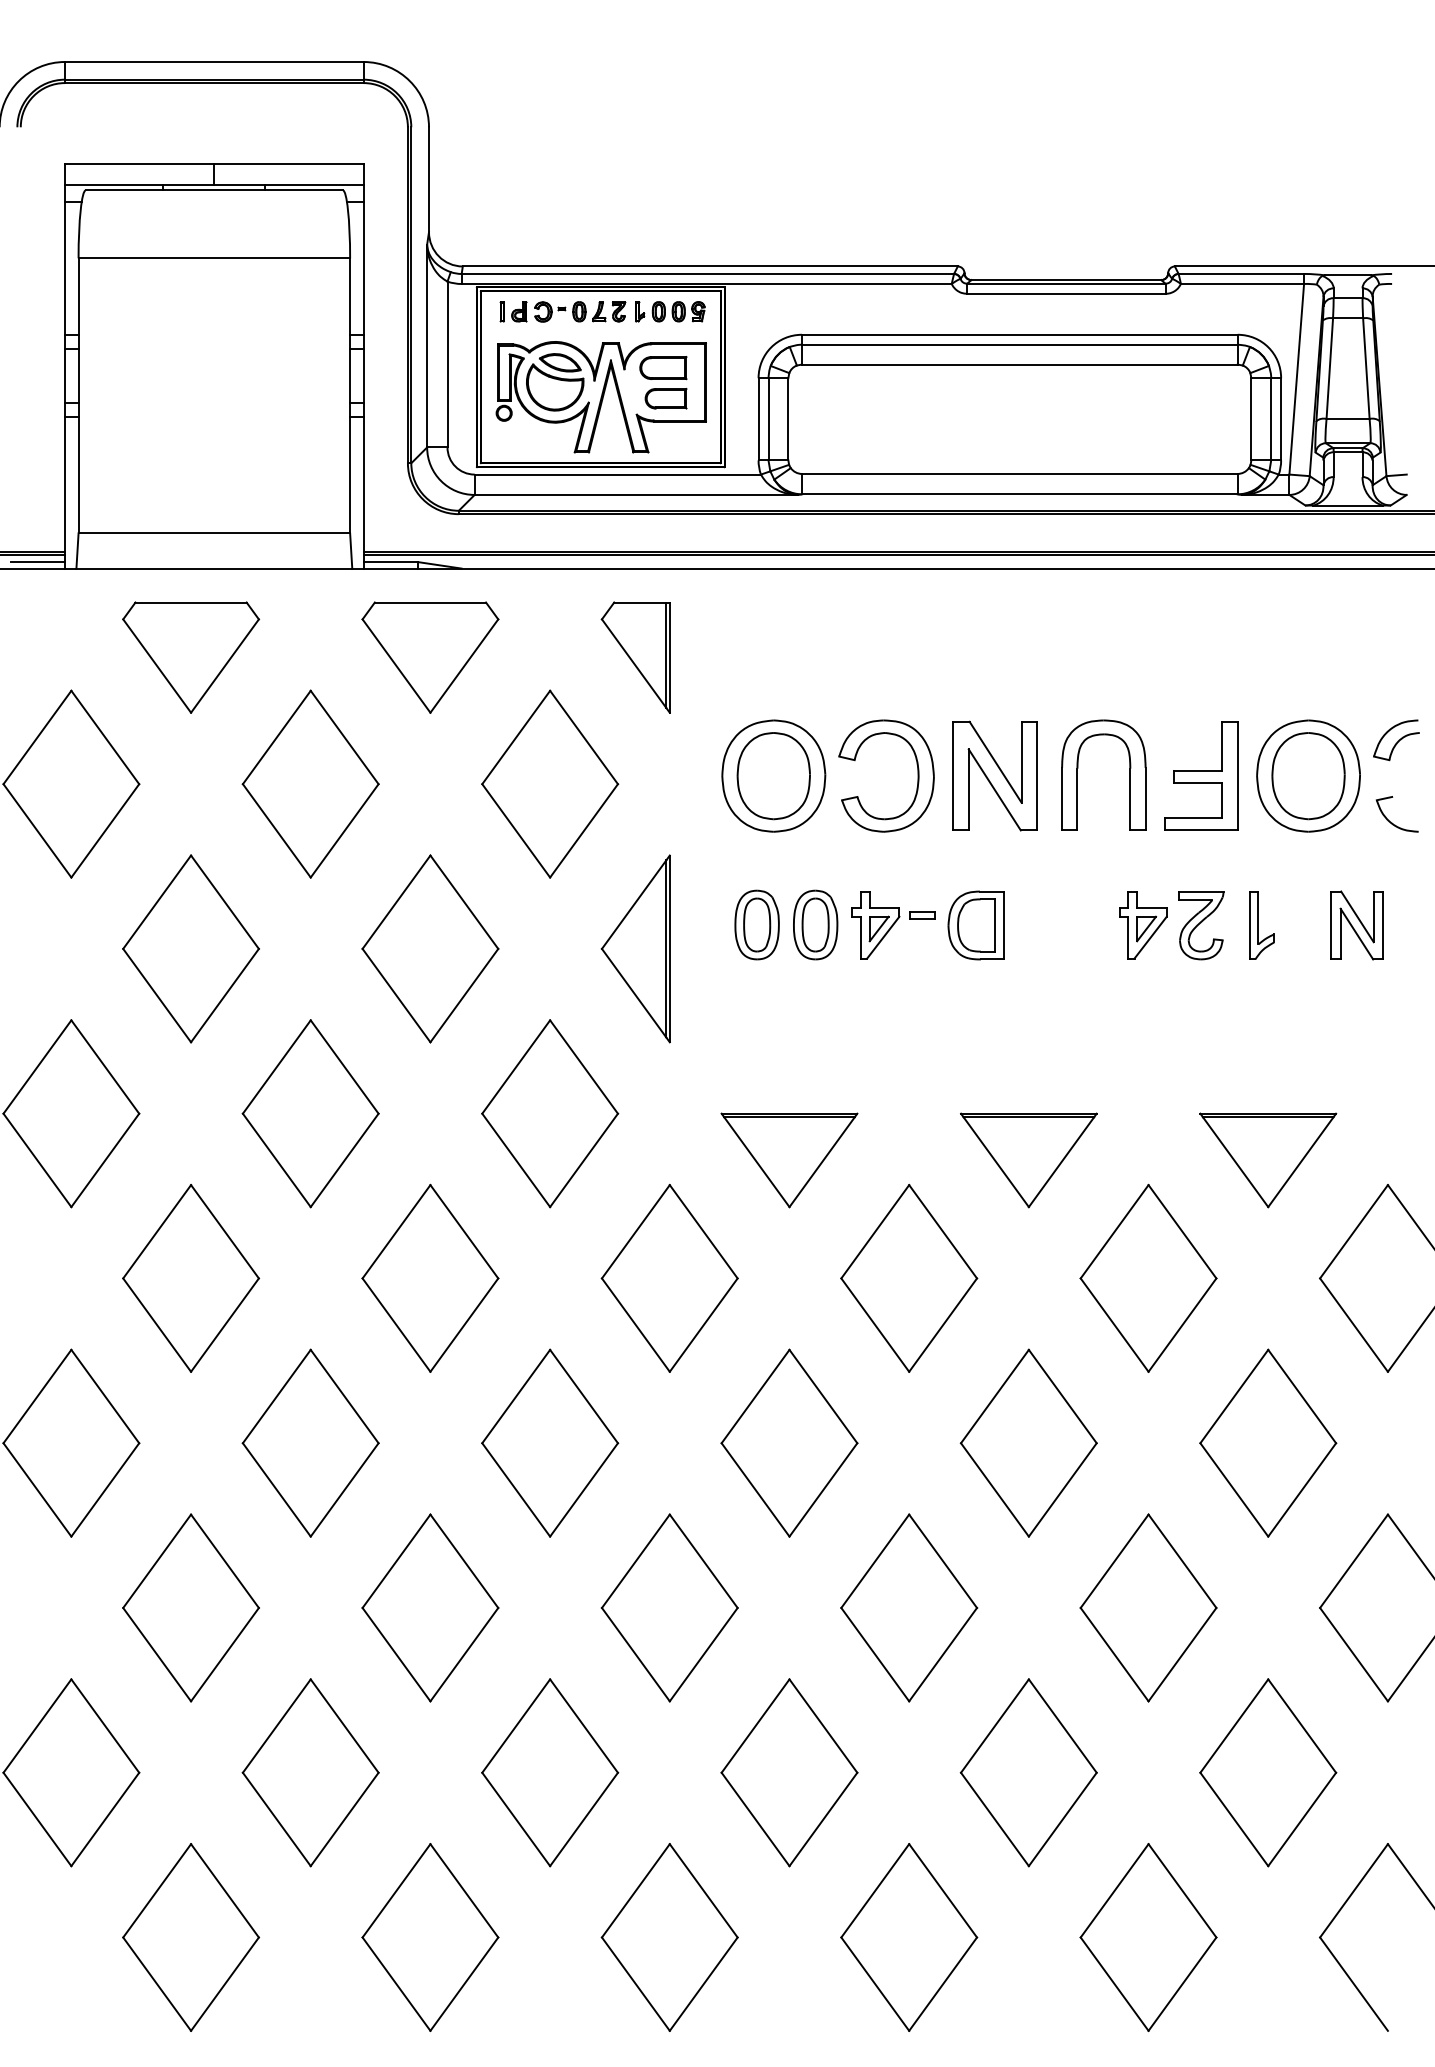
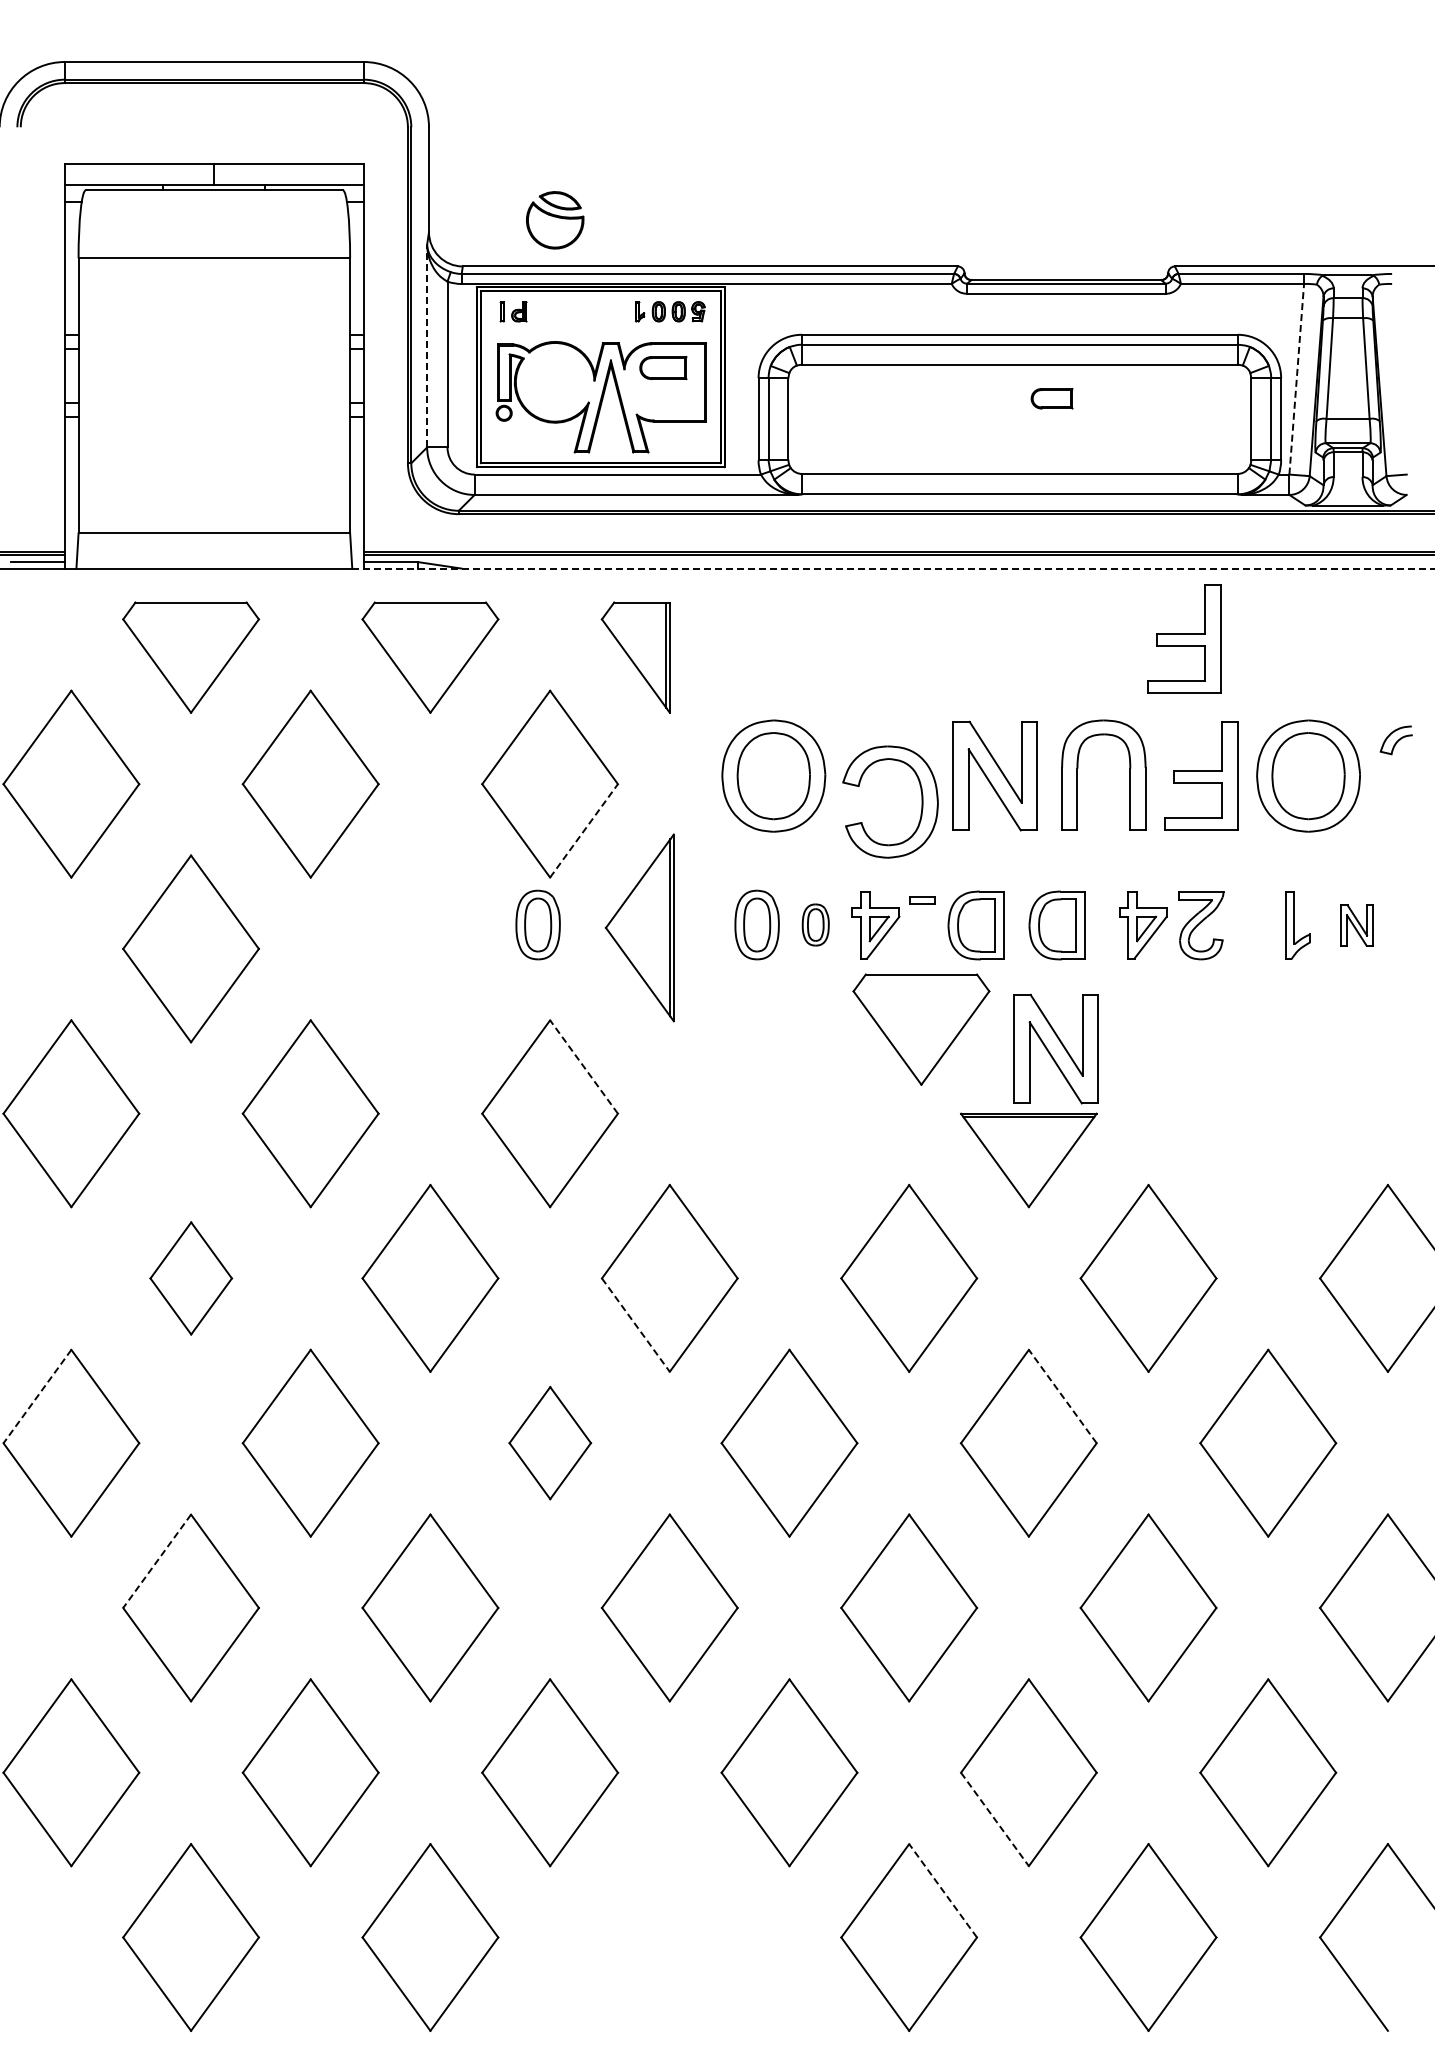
part at (580, 311): present -> none
line at (427, 345): solid -> dashed
line at (1296, 379): solid -> dashed
part at (555, 382) position: (555, 382) -> (555, 220)
part at (665, 398) position: (665, 398) -> (1051, 398)
line at (893, 568): solid -> dashed
part at (1184, 638): none -> present
part at (1396, 740) size: 47x43 px -> 34x31 px
part at (917, 775) position: (917, 775) -> (921, 801)
part at (1392, 822): present -> none
line at (584, 830): solid -> dashed
part at (922, 915) position: (922, 915) -> (922, 900)
part at (537, 924): none -> present
part at (815, 924) size: 46x72 px -> 29x44 px
part at (1056, 925): none -> present
part at (1261, 925) position: (1261, 925) -> (1297, 925)
part at (1356, 925) size: 54x71 px -> 34x43 px
part at (430, 948): present -> none
part at (635, 948) position: (635, 948) -> (639, 927)
part at (921, 1029): none -> present
part at (1055, 1048): none -> present
line at (584, 1067): solid -> dashed
part at (789, 1160): present -> none
part at (1268, 1160): present -> none
part at (191, 1278) size: 139x189 px -> 85x115 px
line at (635, 1325): solid -> dashed
line at (37, 1396): solid -> dashed
line at (1062, 1396): solid -> dashed
part at (550, 1442) size: 139x190 px -> 85x115 px
line at (157, 1561): solid -> dashed
line at (994, 1819): solid -> dashed
line at (943, 1890): solid -> dashed
part at (669, 1937): present -> none
